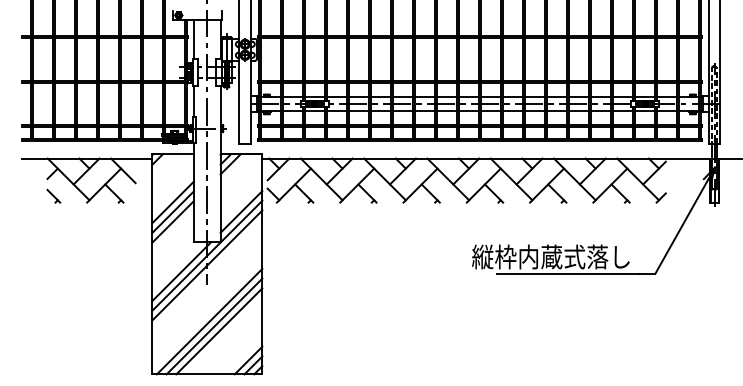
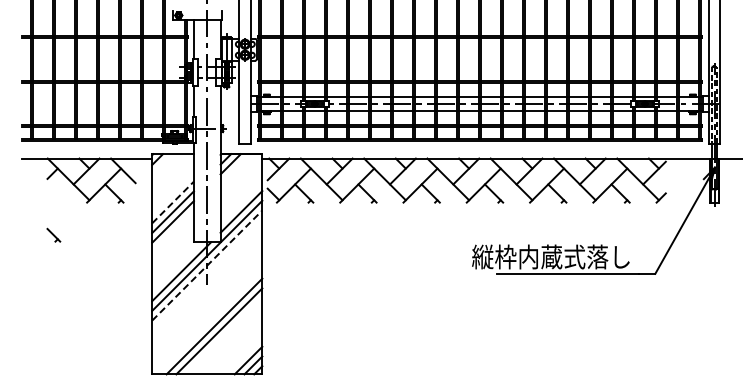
part at (53, 195) position: (53, 195) -> (53, 234)
line at (173, 202): solid -> dashed
line at (207, 265): solid -> dashed
line at (209, 321): present -> none
